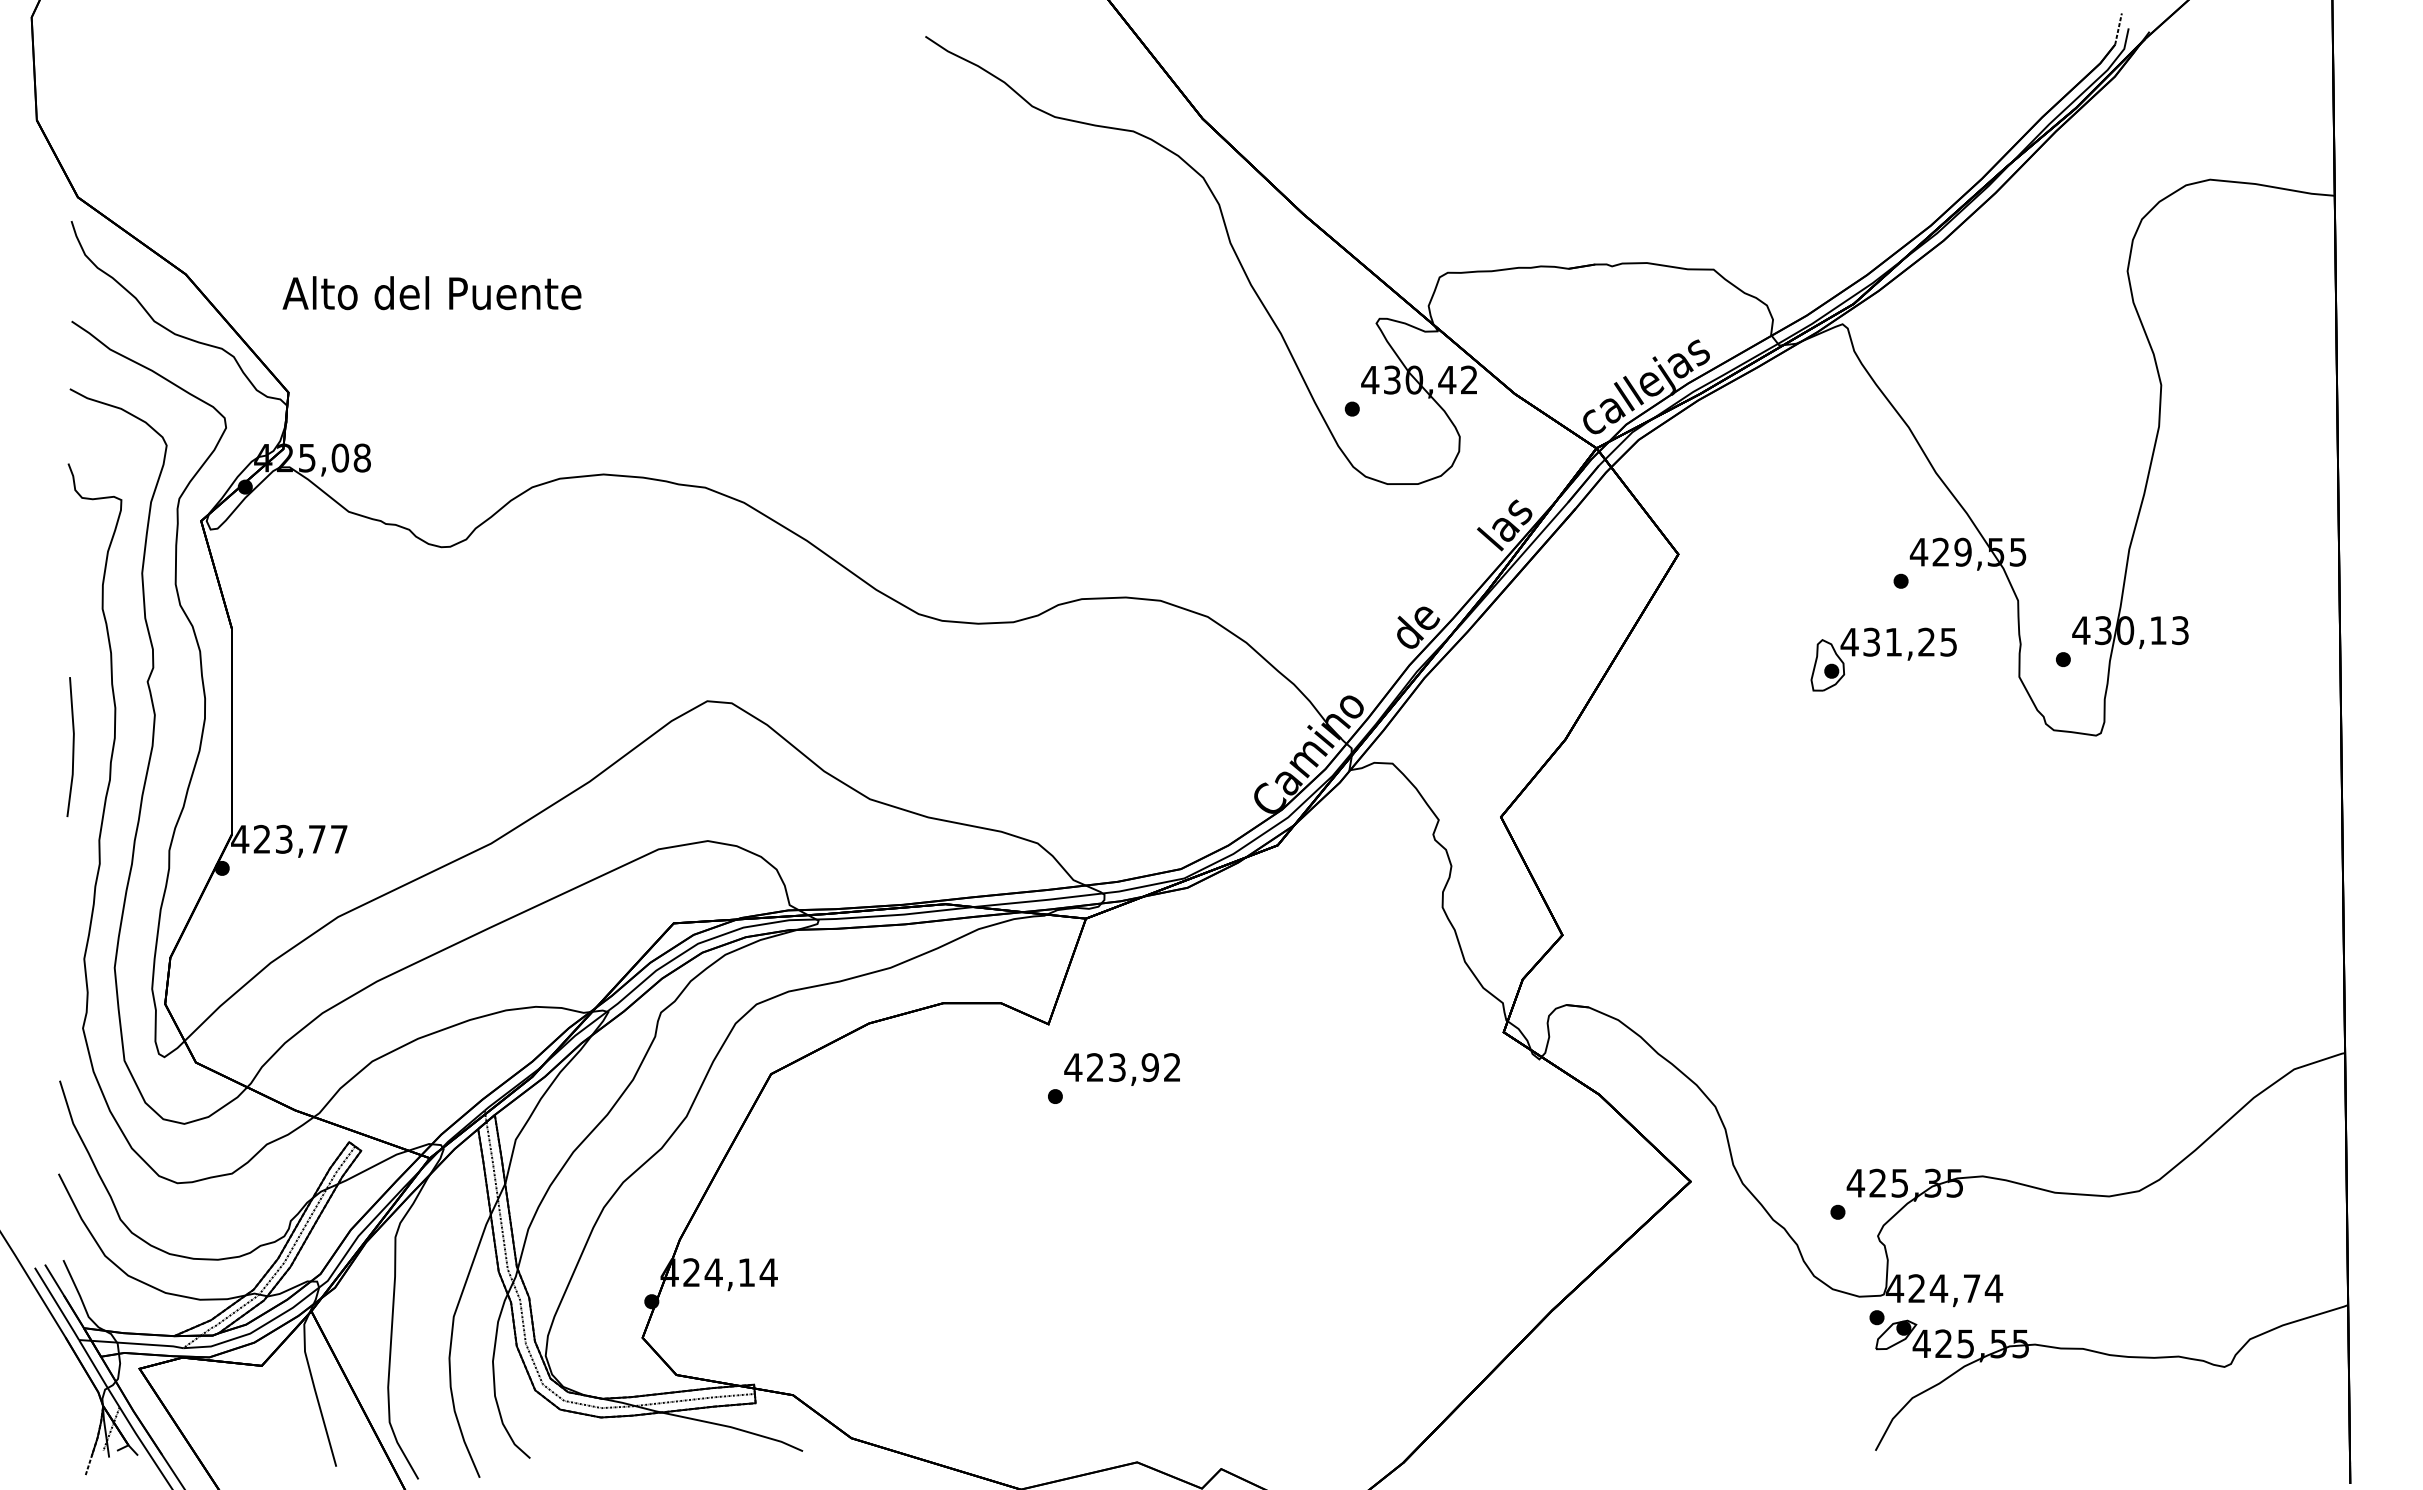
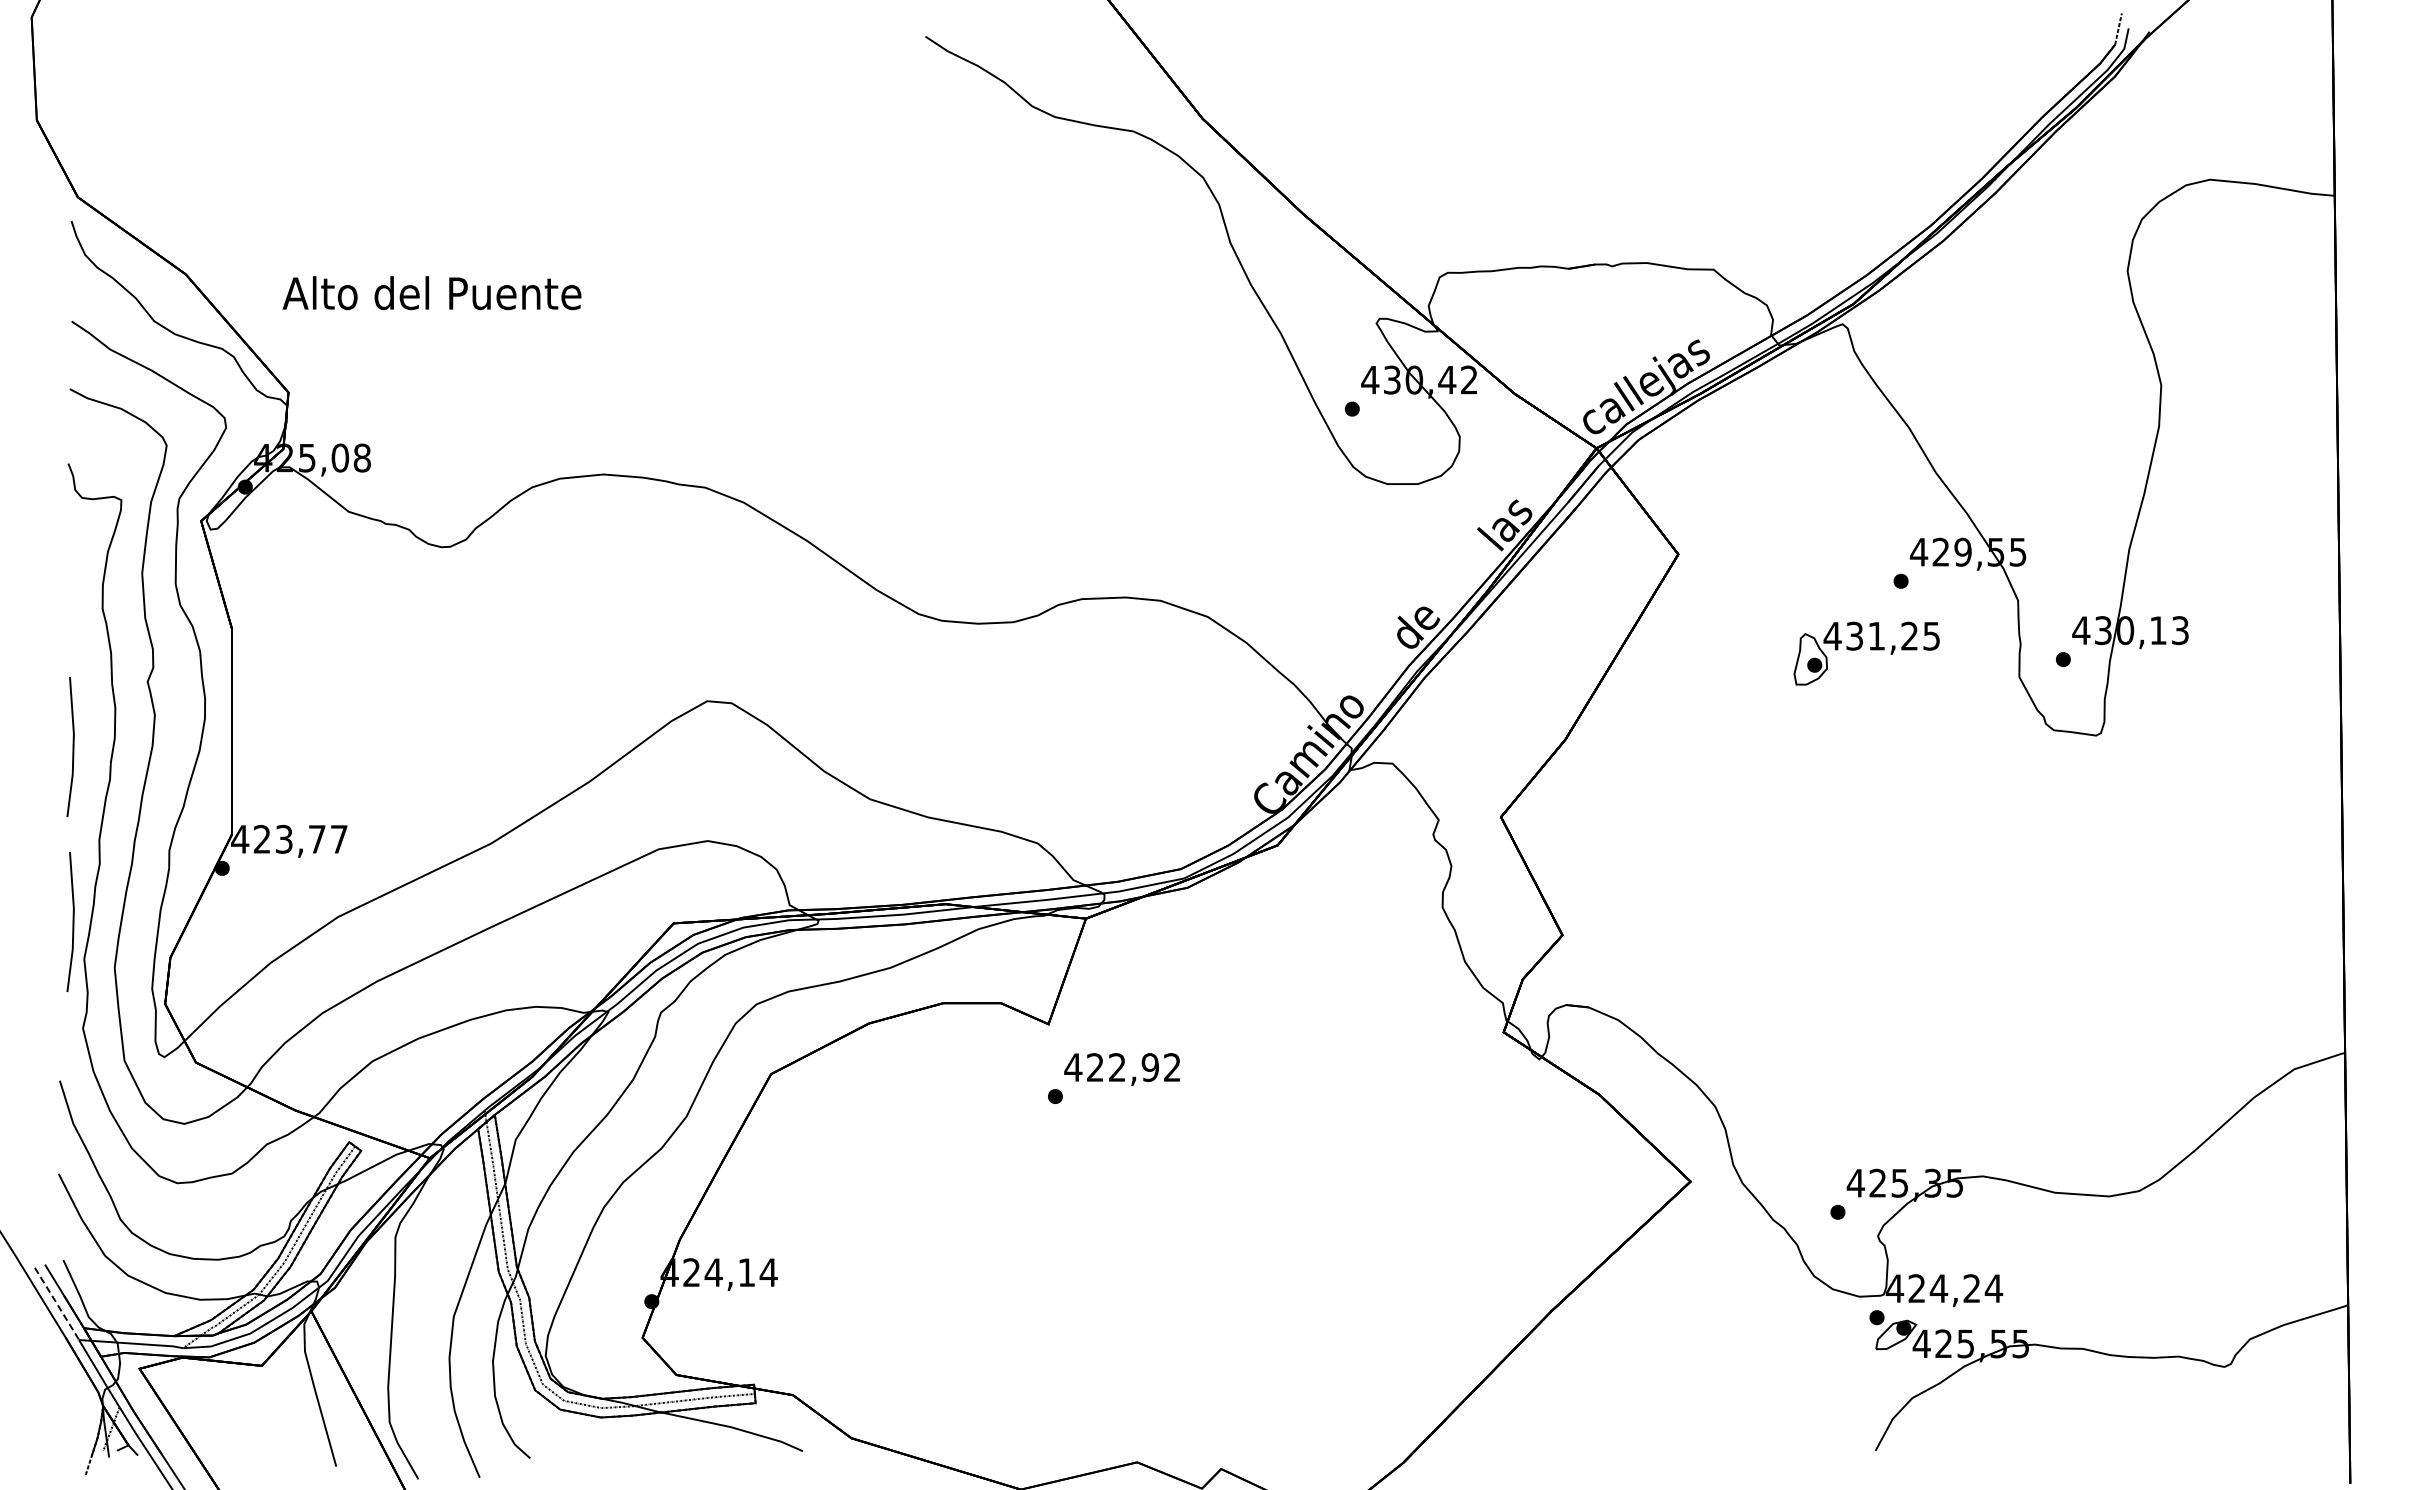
part at (1883, 659) position: (1883, 659) -> (1866, 653)
line at (72, 921): none -> present
text at (1117, 1067): 423,92 -> 422,92
text at (1971, 1288): 424,74 -> 424,24
line at (57, 1304): solid -> dashed
